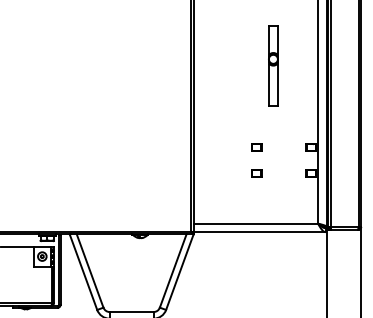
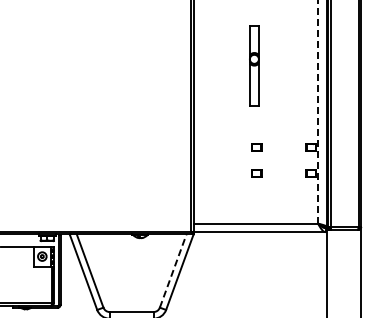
part at (273, 65) position: (273, 65) -> (254, 65)
line at (317, 111): solid -> dashed
line at (173, 270): solid -> dashed
